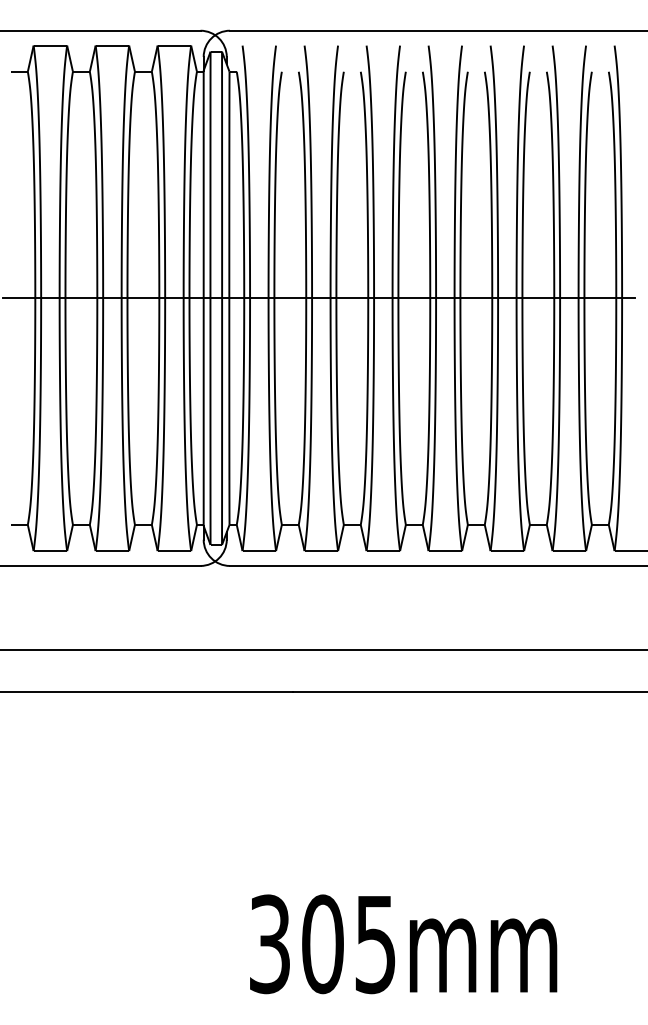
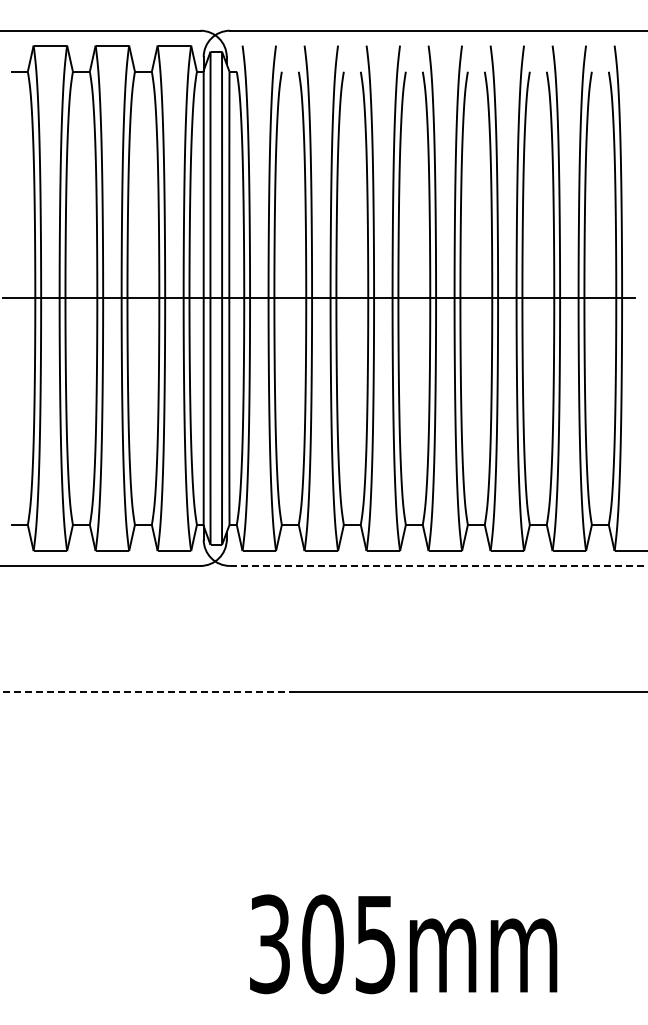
line at (438, 565): solid -> dashed
line at (323, 649): present -> none
line at (146, 691): solid -> dashed
